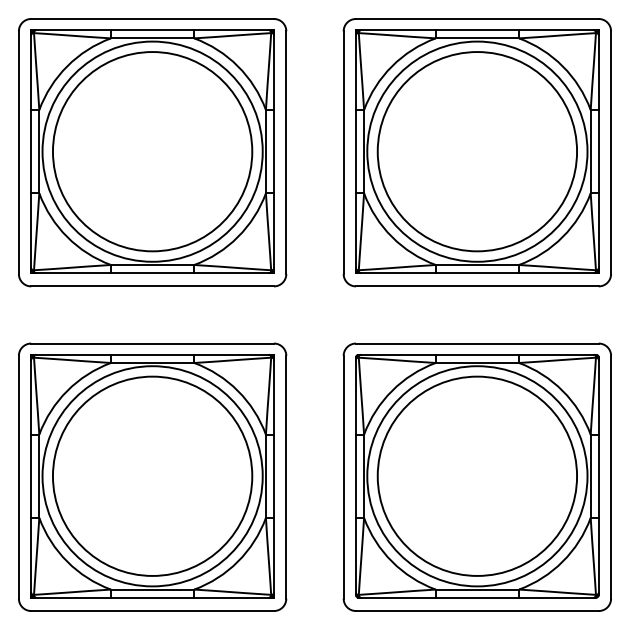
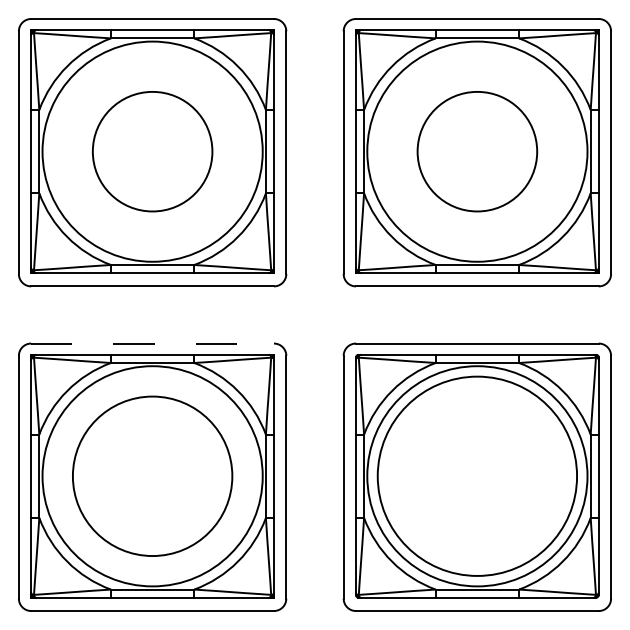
circle at (152, 151) diameter: 199 px -> 120 px
circle at (477, 151) diameter: 199 px -> 120 px
line at (153, 343): solid -> dashed
circle at (152, 475) diameter: 199 px -> 159 px
